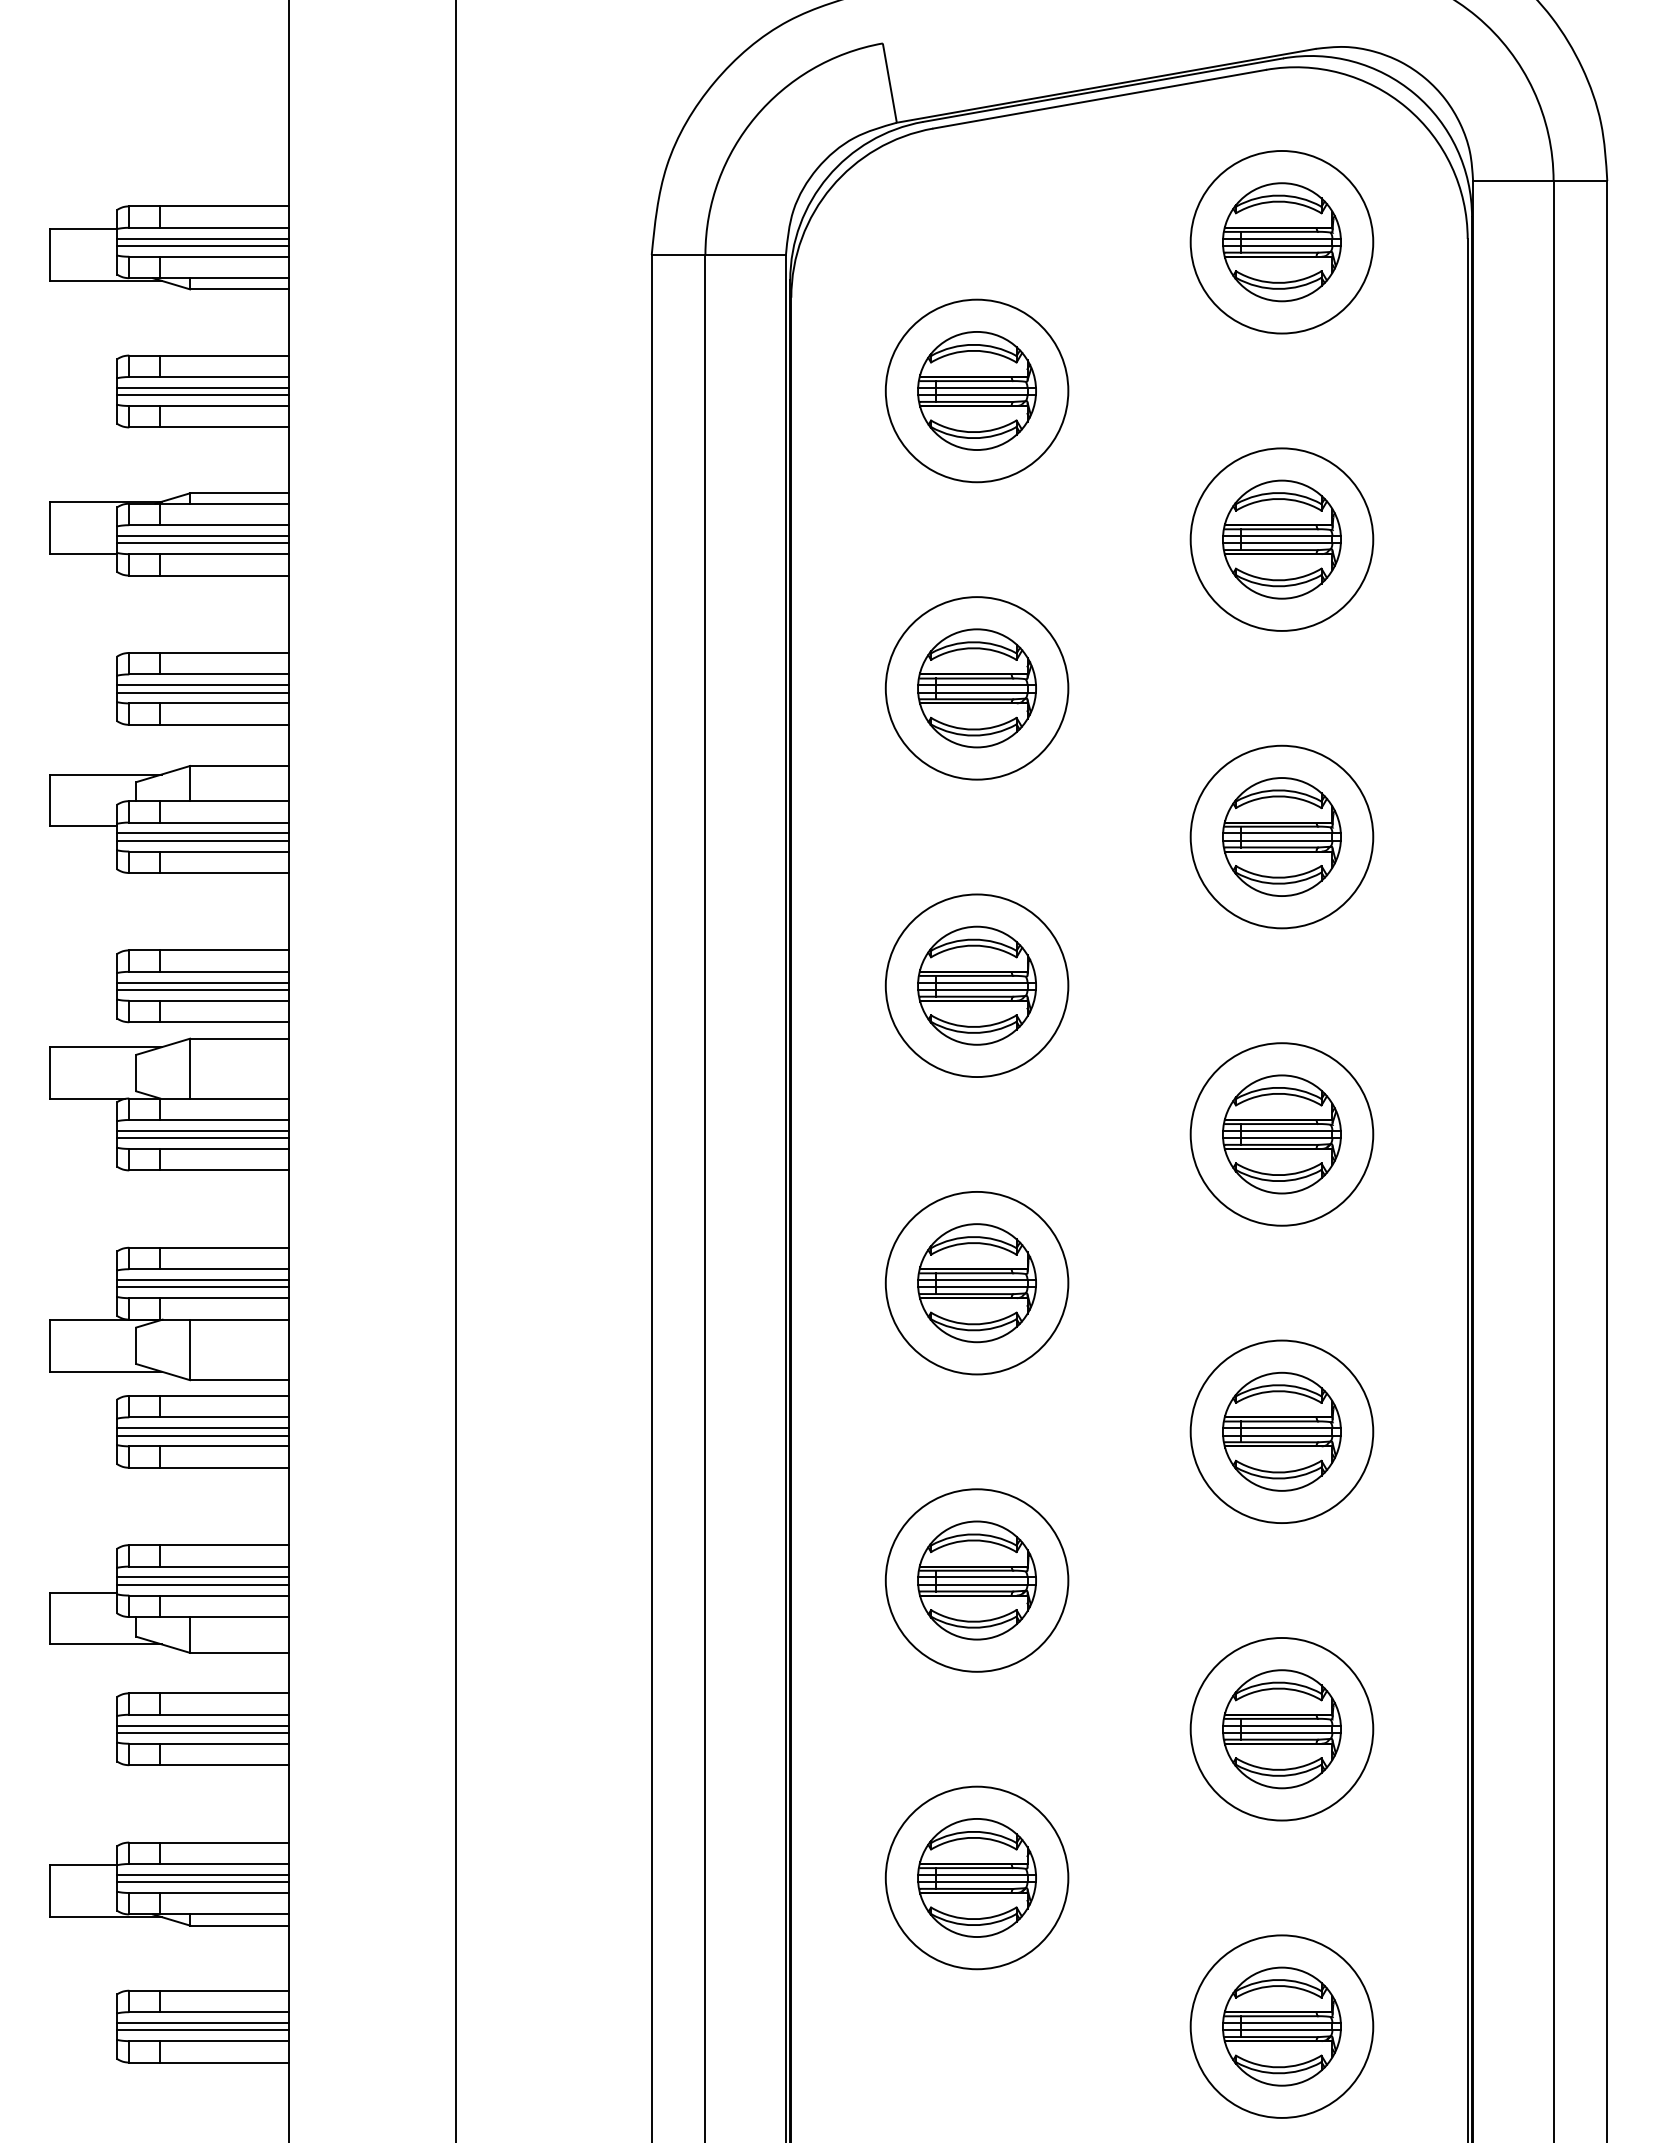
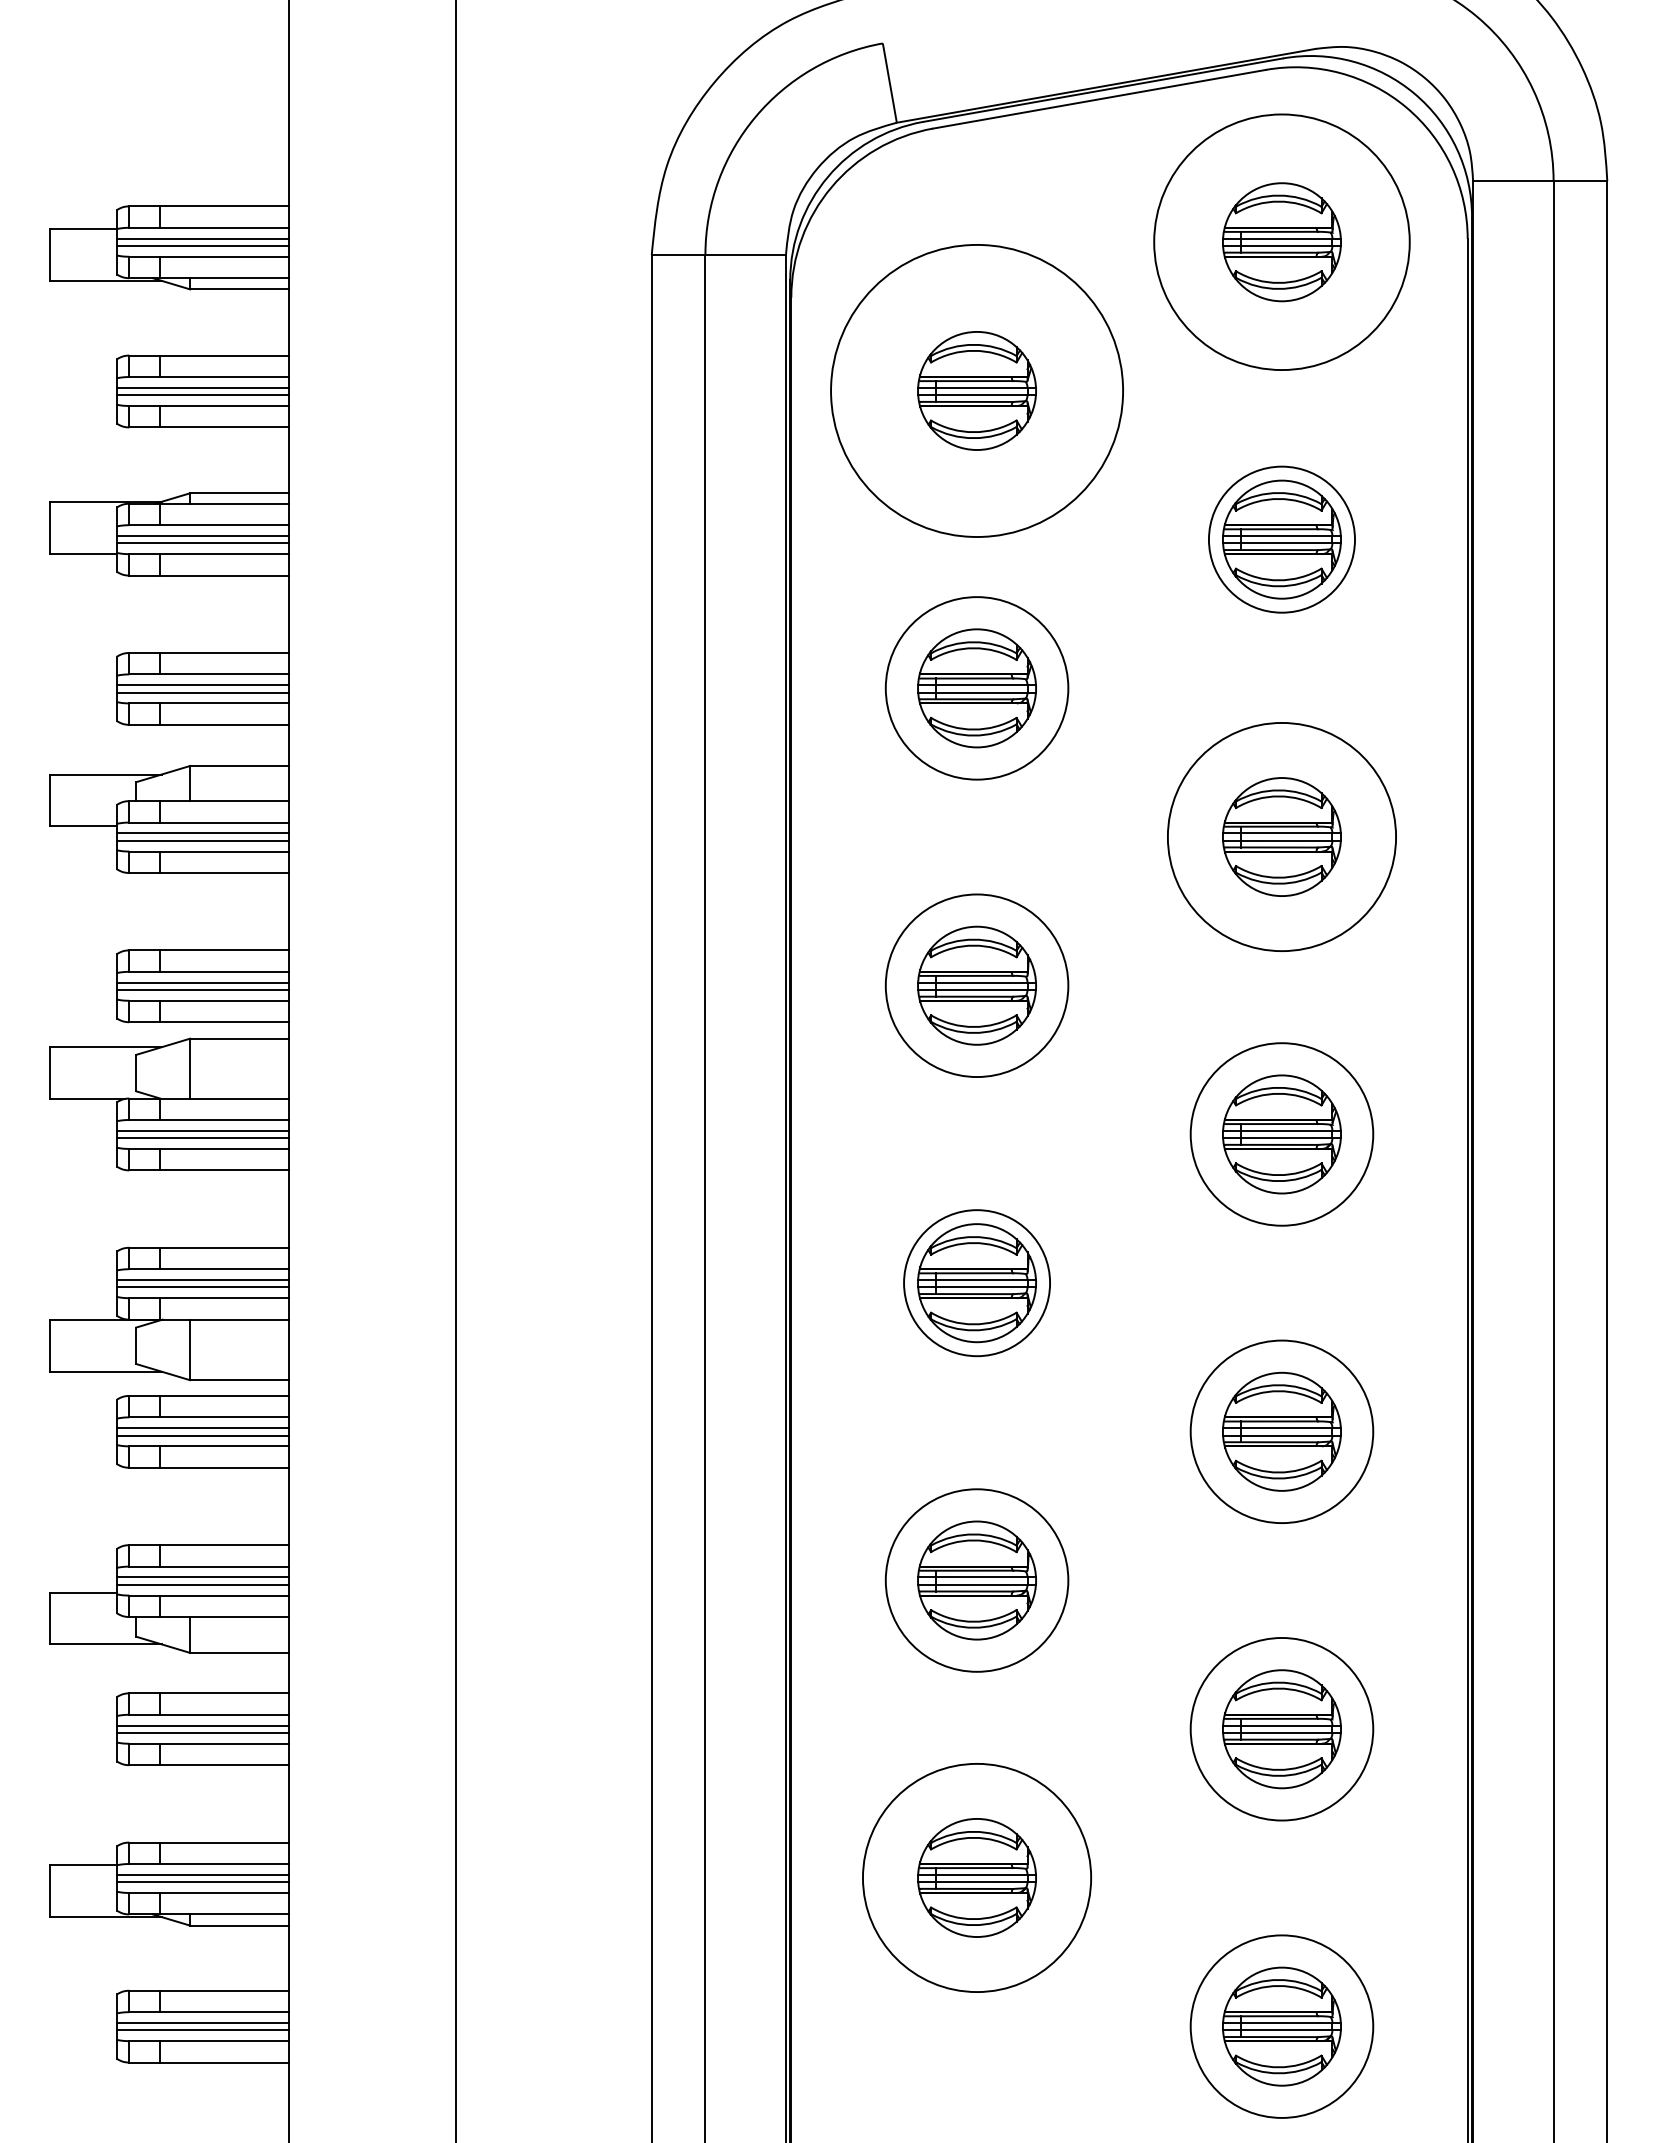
circle at (1281, 242) diameter: 183 px -> 256 px
circle at (976, 390) diameter: 183 px -> 292 px
circle at (1281, 539) diameter: 183 px -> 146 px
circle at (1281, 836) diameter: 183 px -> 228 px
circle at (976, 1282) diameter: 183 px -> 146 px
circle at (976, 1877) diameter: 183 px -> 228 px
